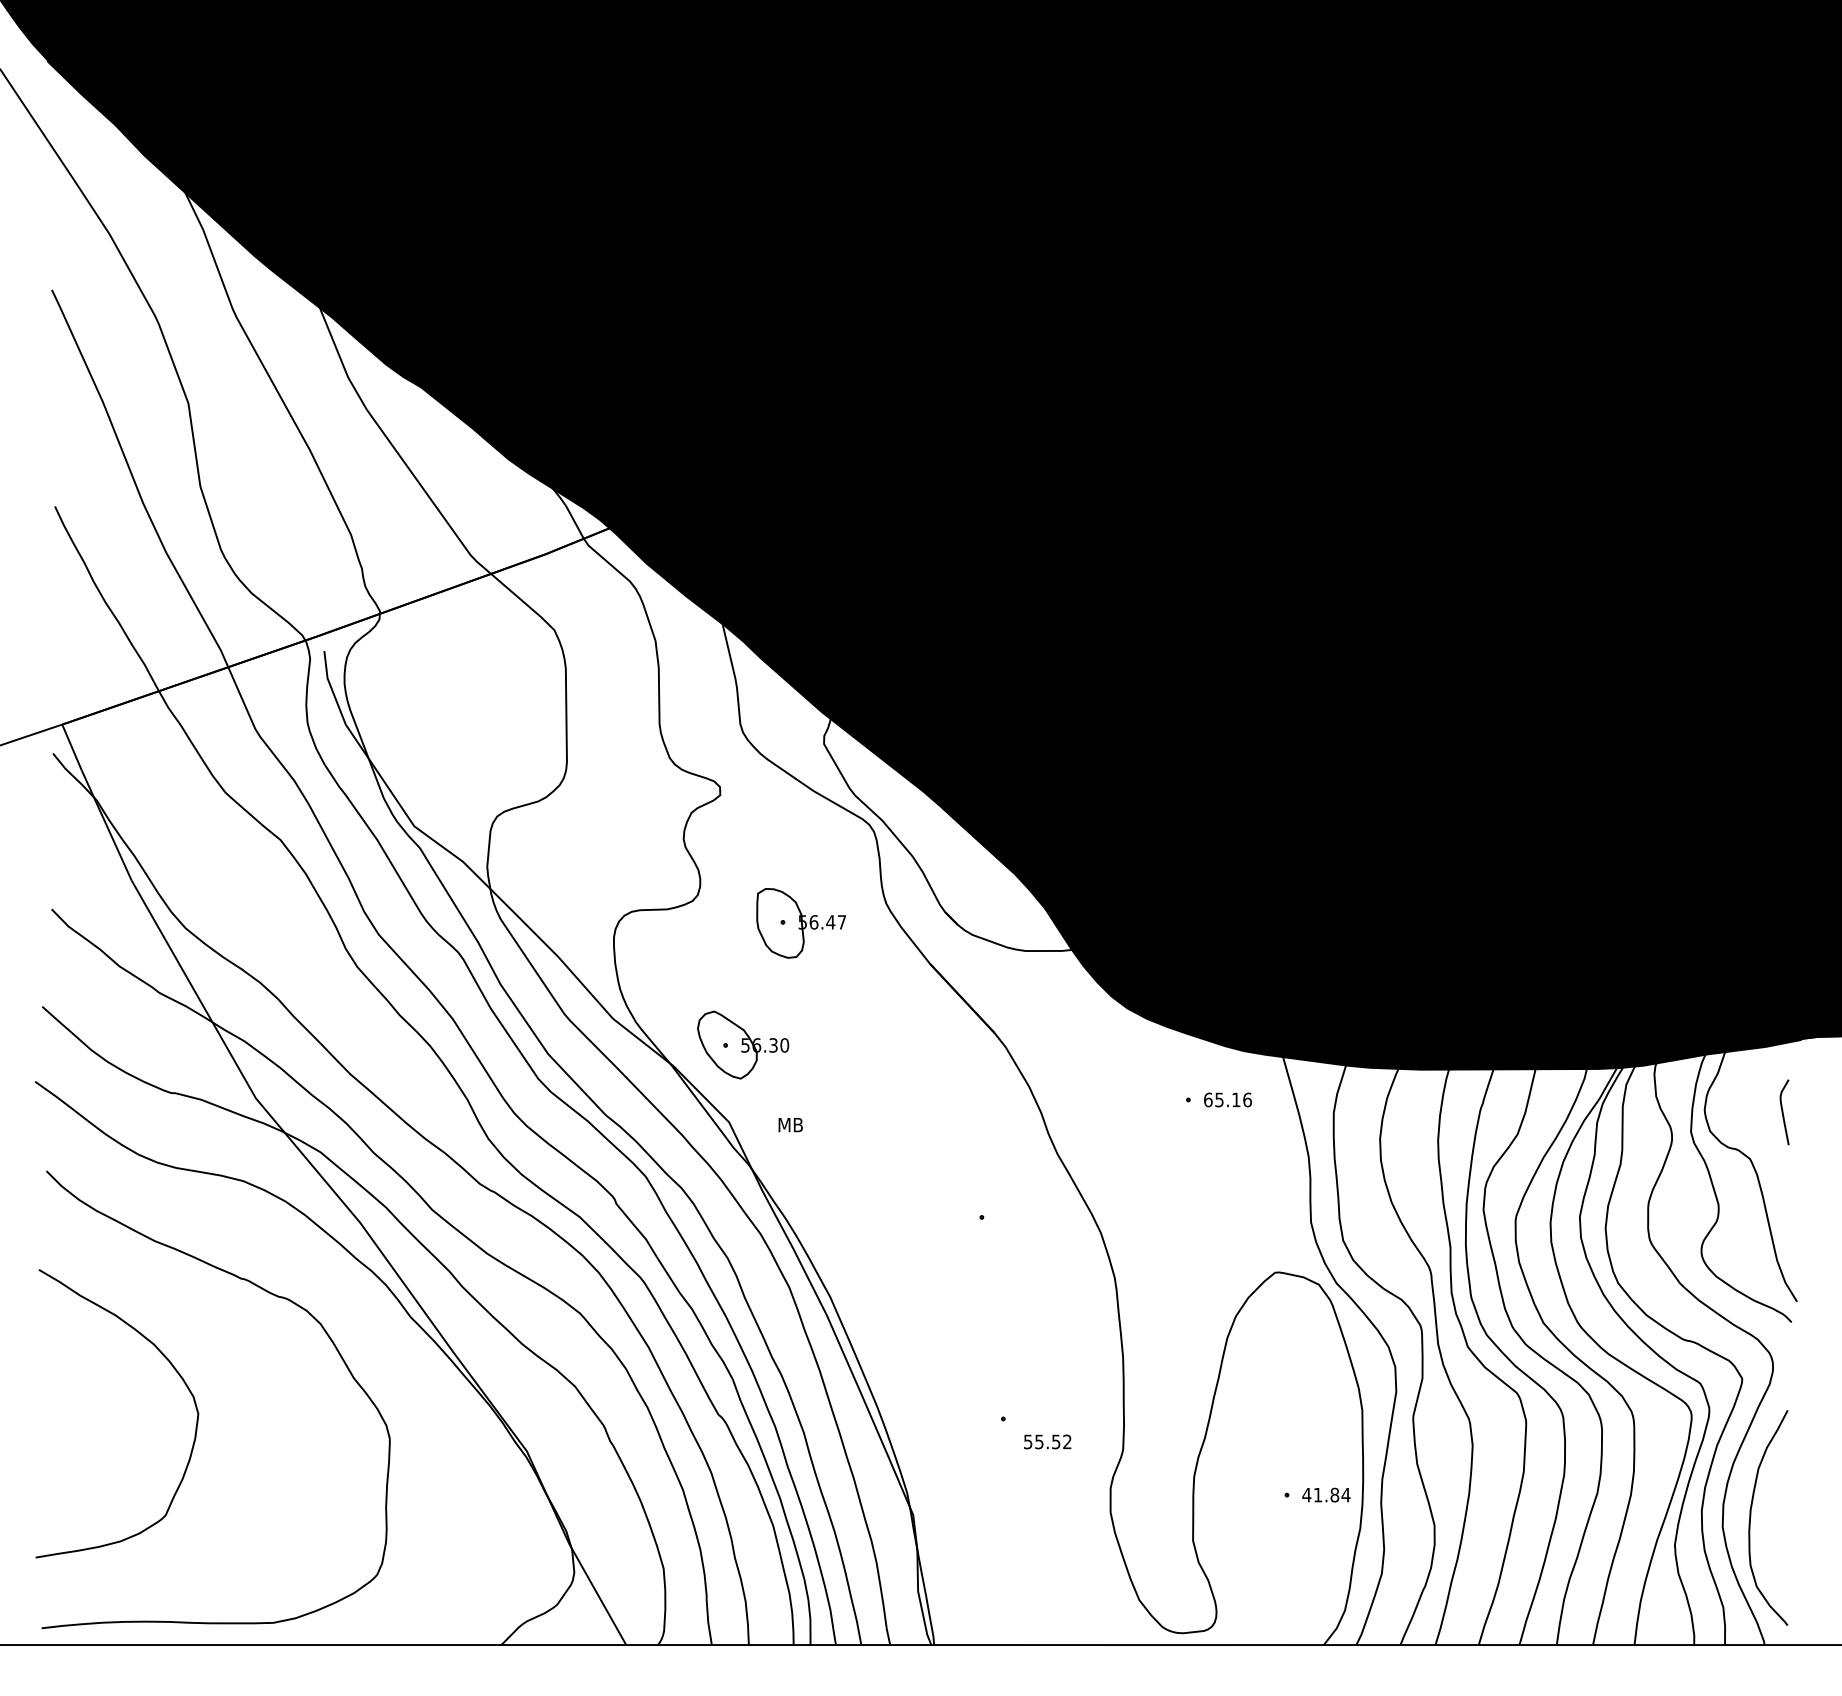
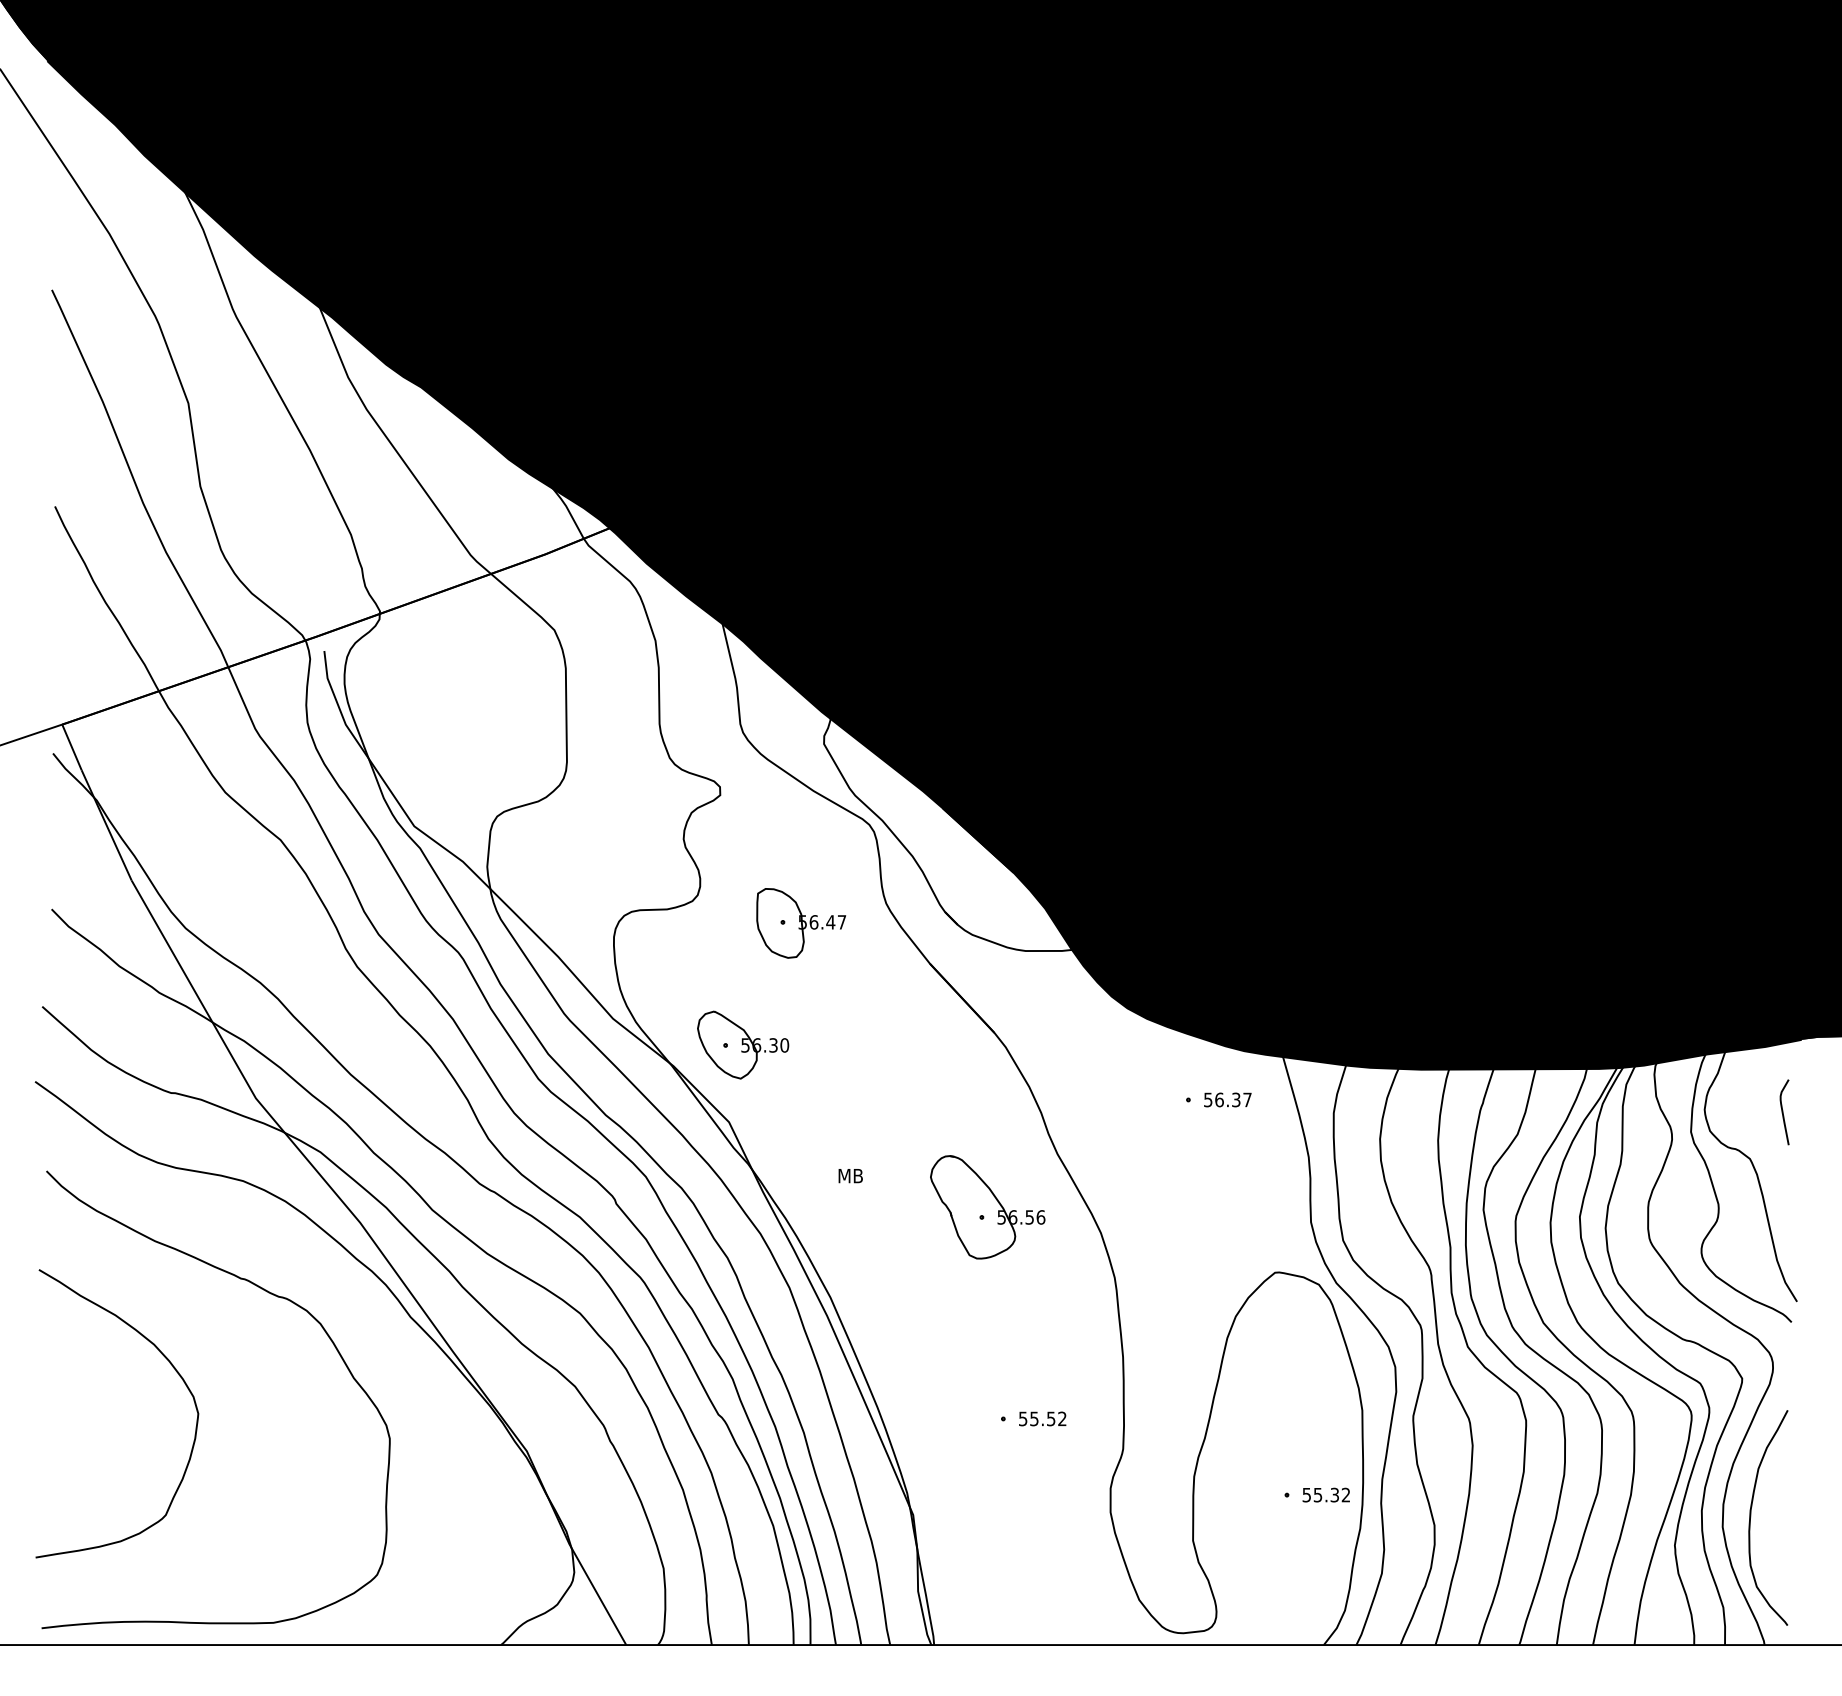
text at (1227, 1099): 65.16 -> 56.37
text at (790, 1125) position: (790, 1125) -> (850, 1176)
part at (987, 1207): none -> present
text at (1047, 1441) position: (1047, 1441) -> (1042, 1418)
text at (1326, 1494): 41.84 -> 55.32
